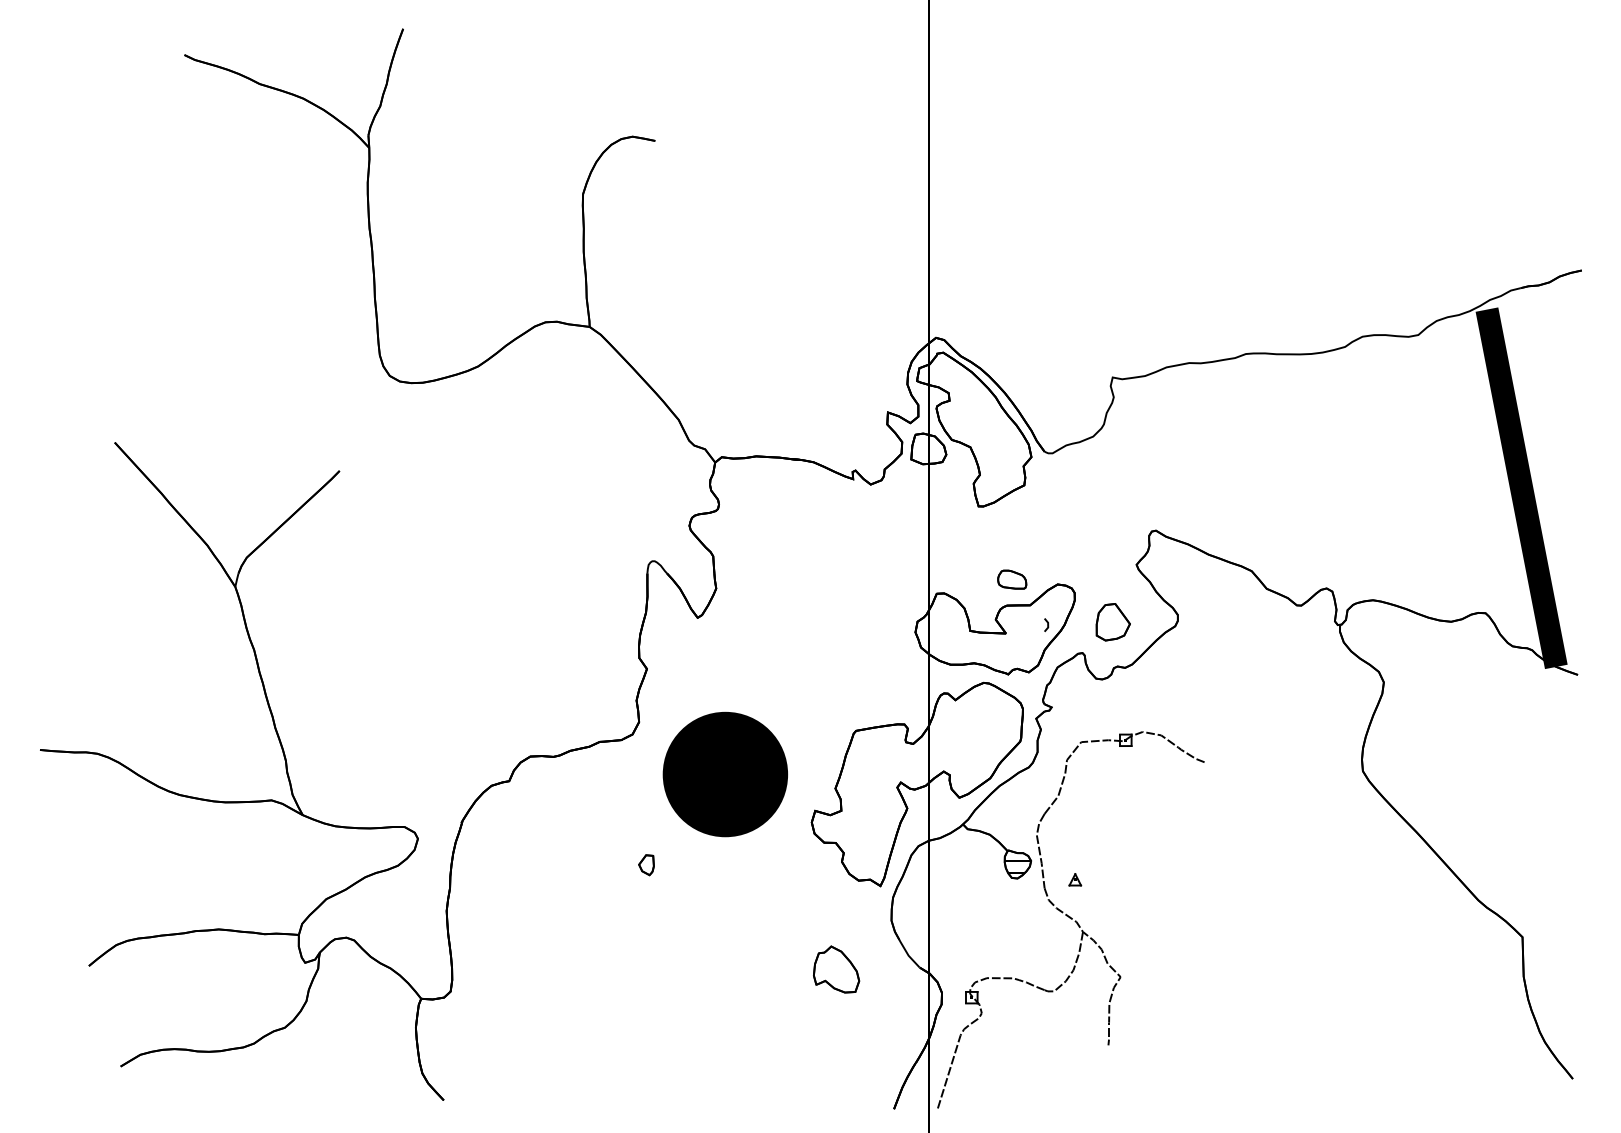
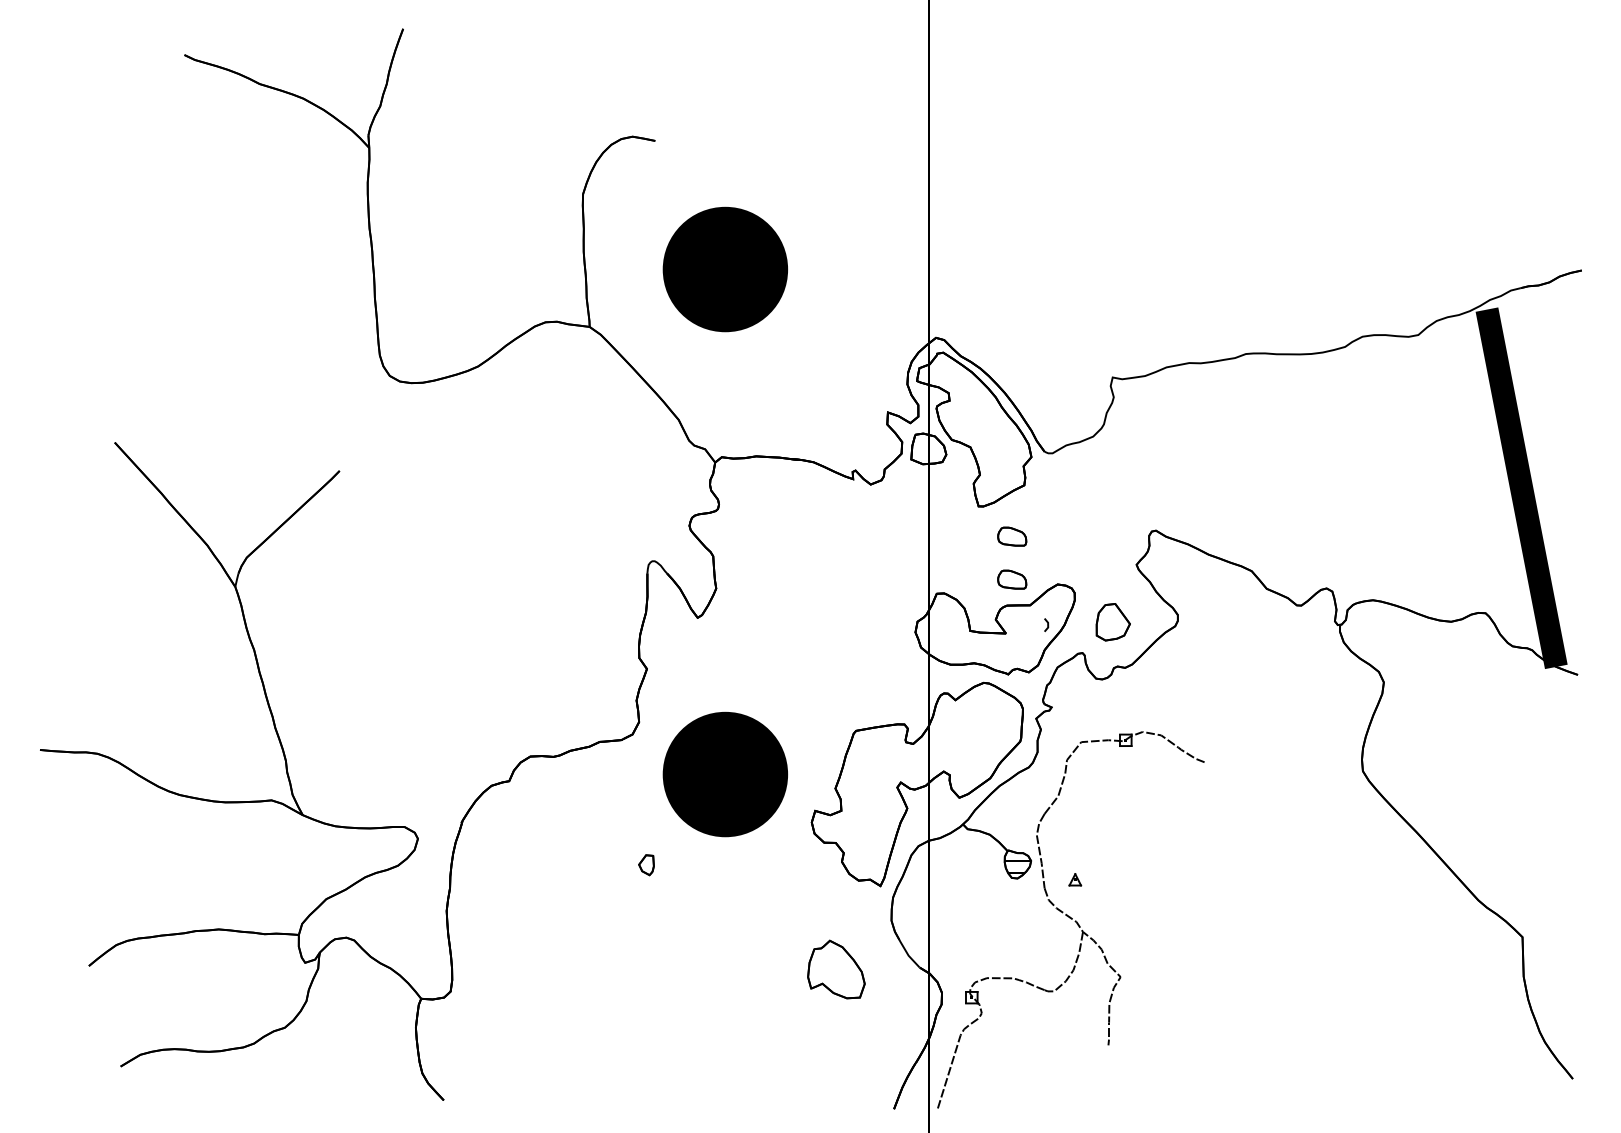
part at (724, 269): none -> present
part at (1012, 536): none -> present
part at (836, 969) size: 48x49 px -> 59x61 px
